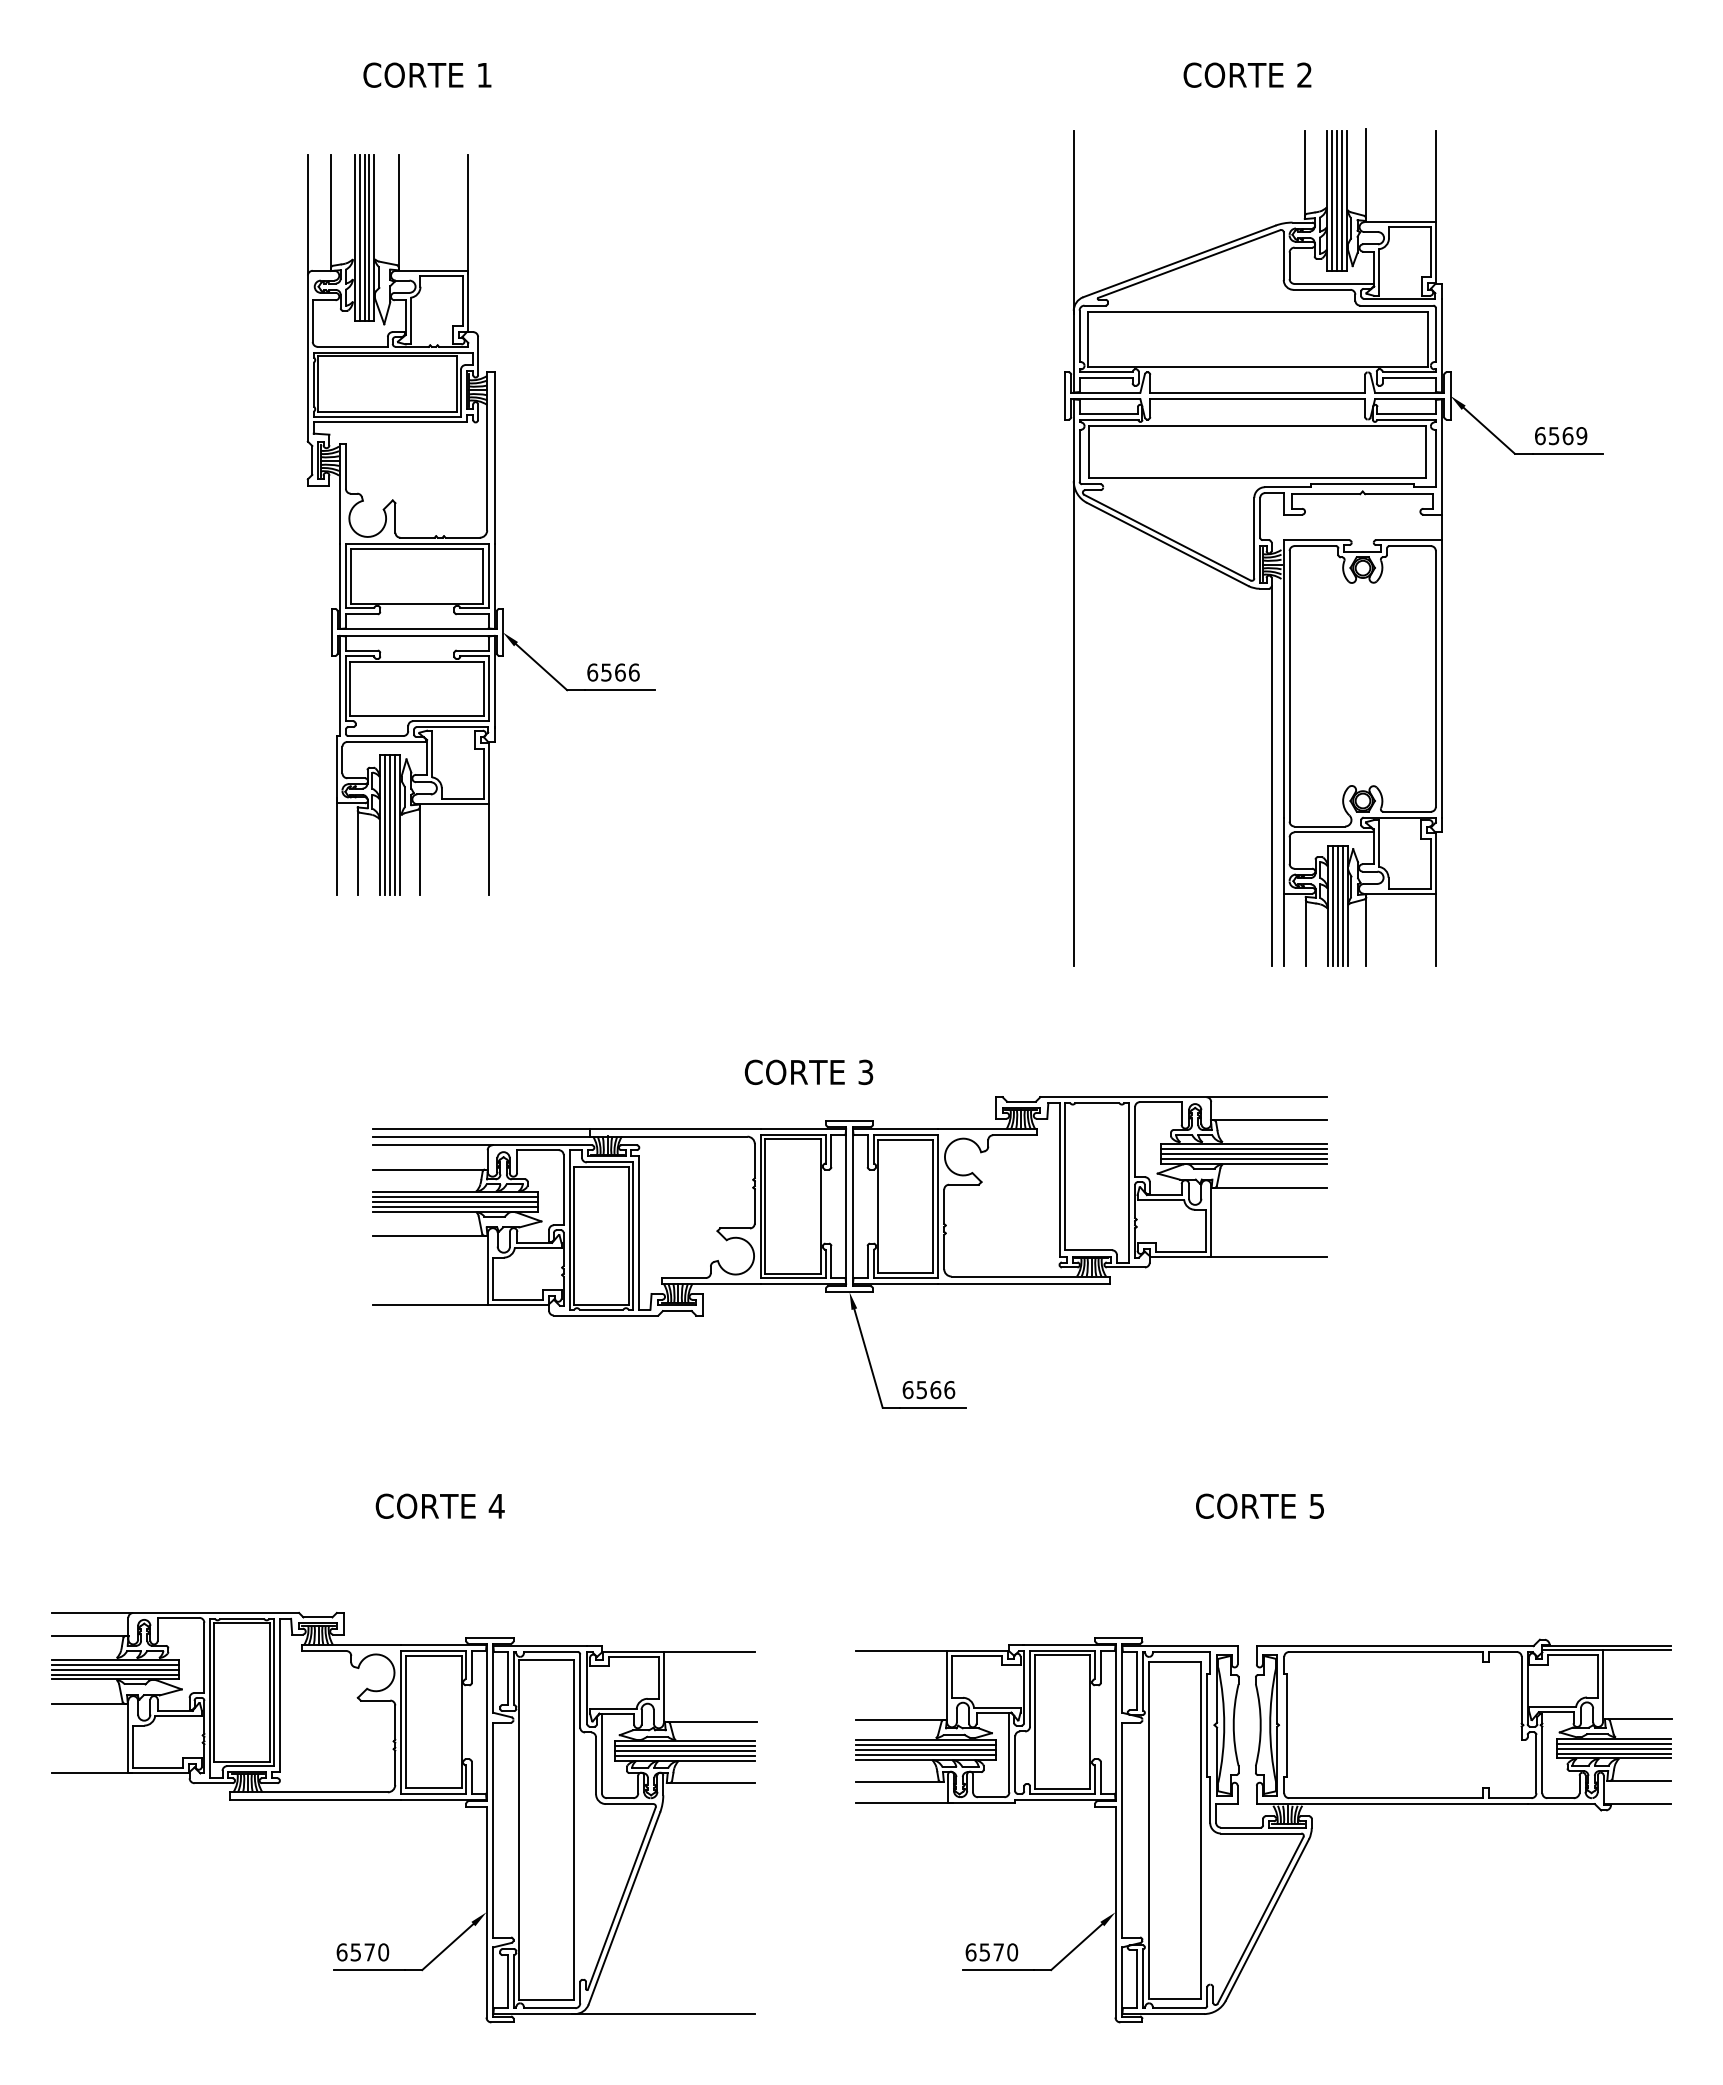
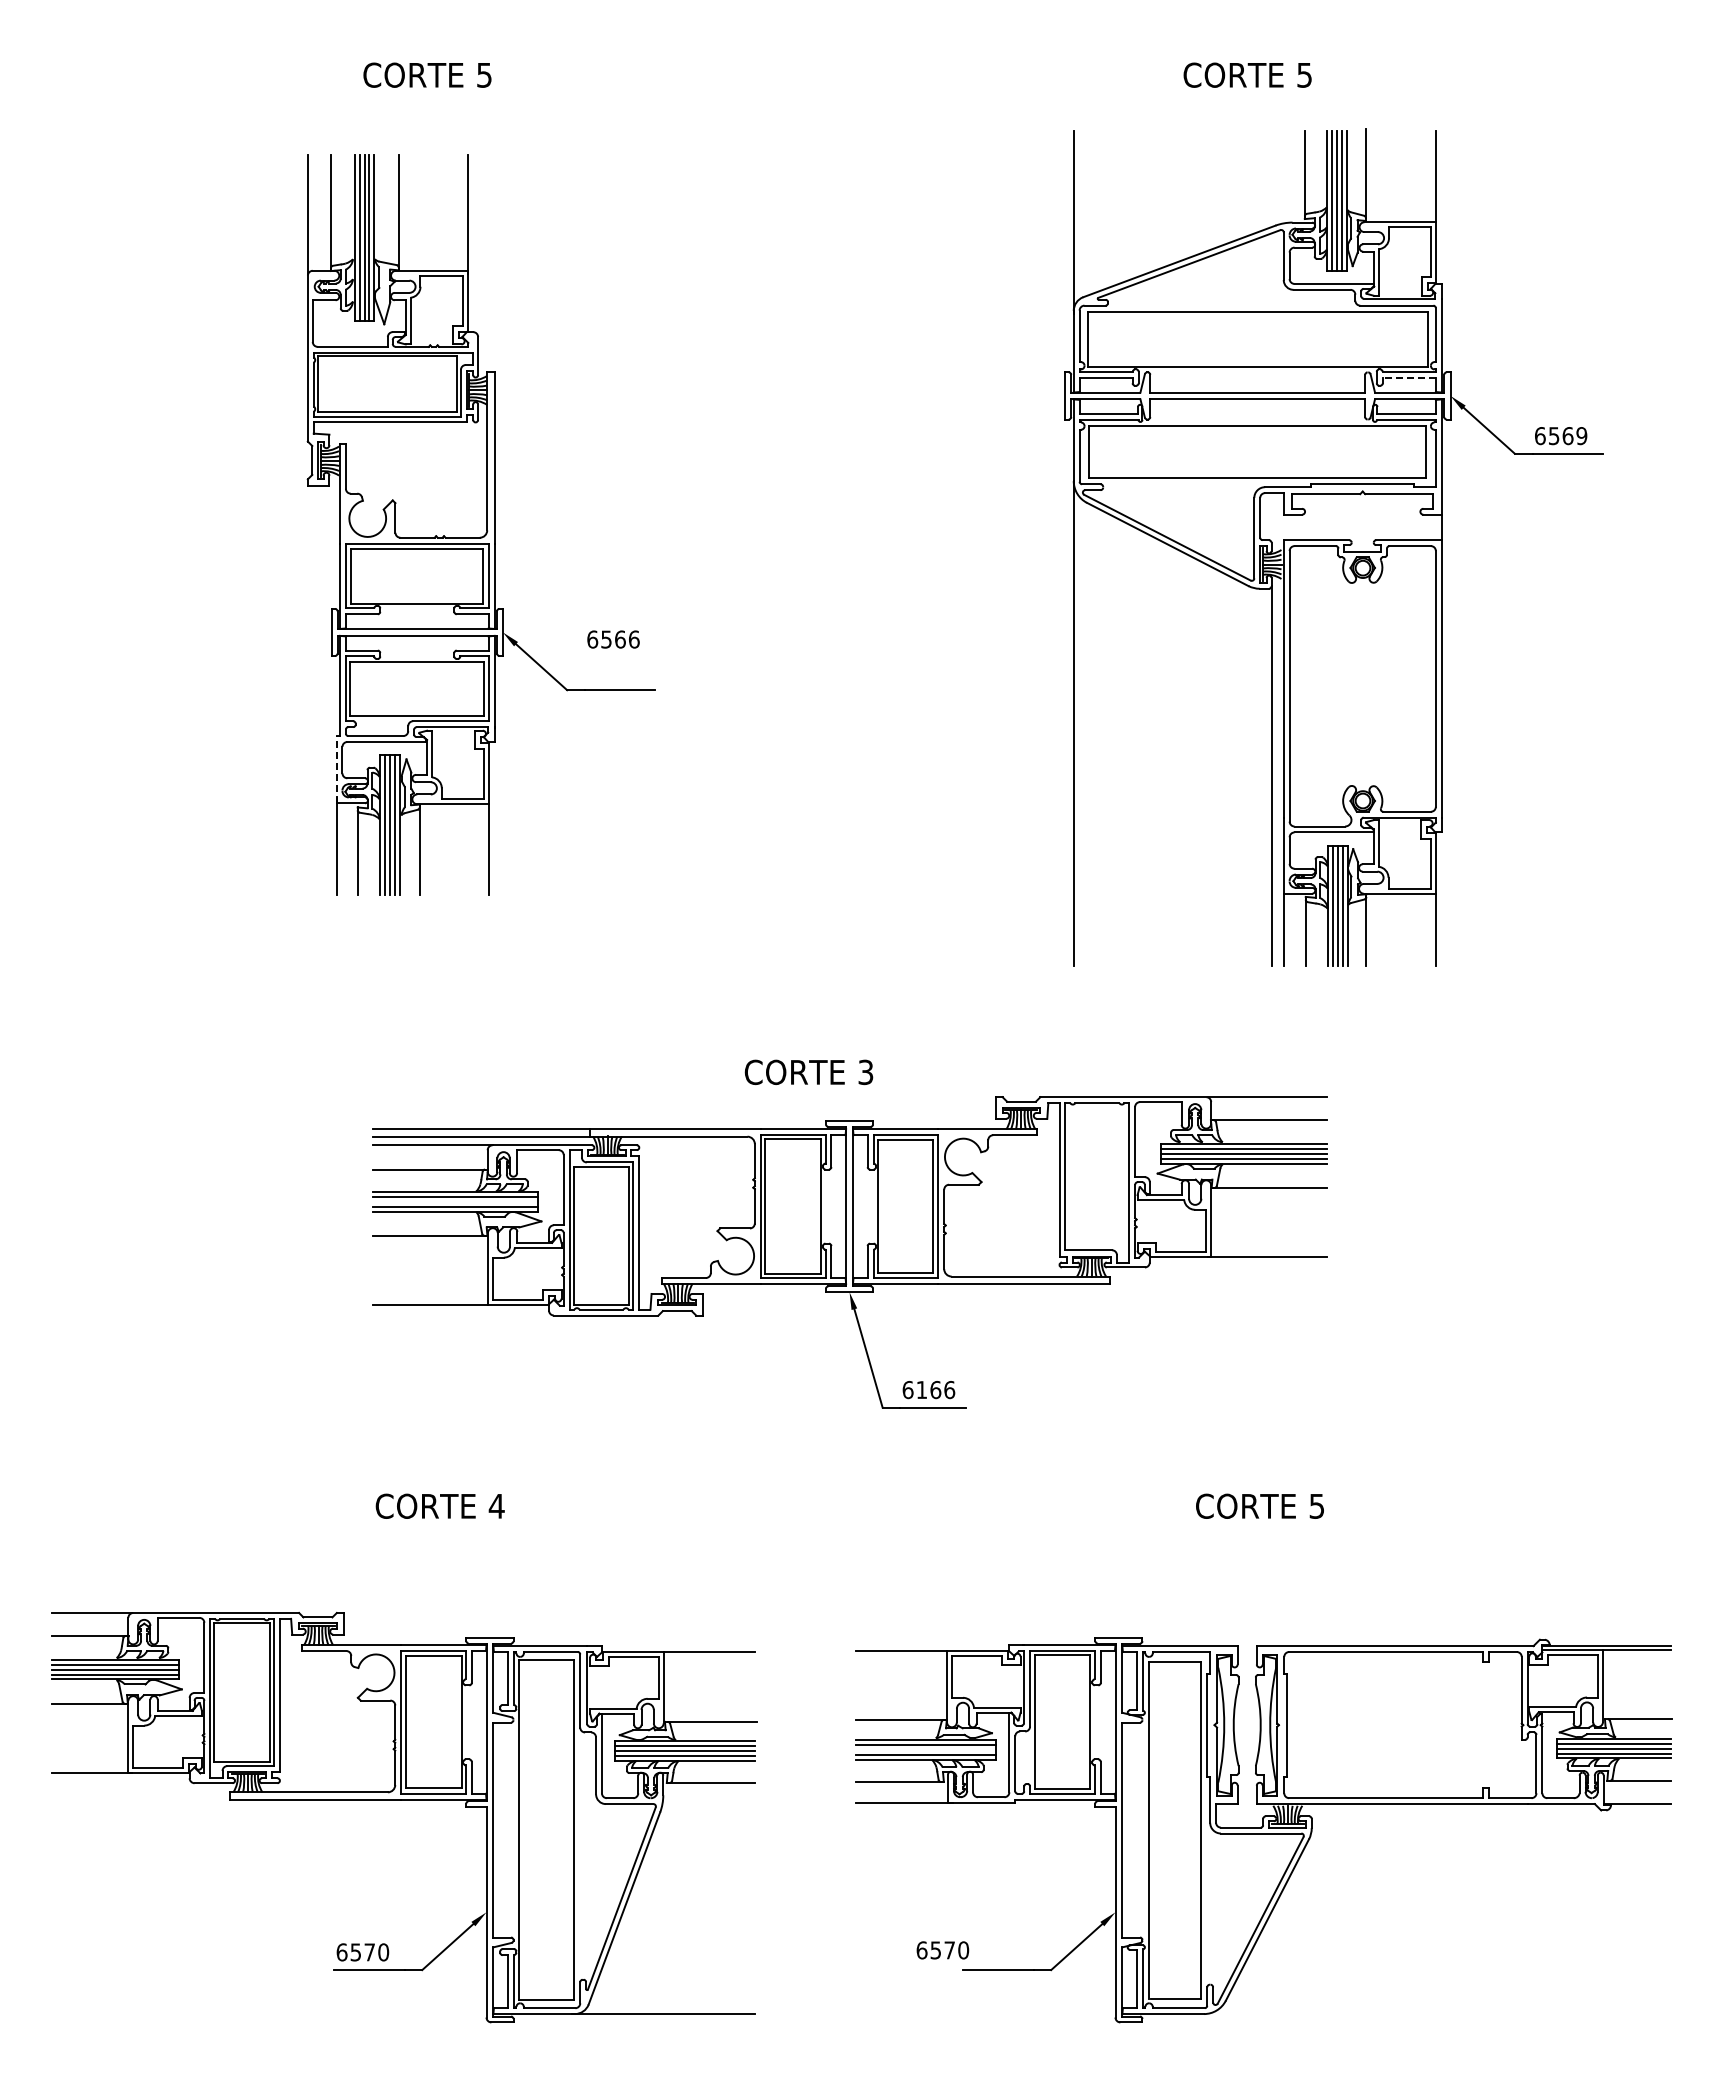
text at (1304, 74): 2 -> 5
text at (484, 75): 1 -> 5
line at (1409, 377): solid -> dashed
text at (613, 672) position: (613, 672) -> (613, 639)
line at (336, 769): solid -> dashed
line at (455, 1201): present -> none
text at (921, 1390): 6566 -> 6166
line at (925, 1749): present -> none
text at (991, 1952) position: (991, 1952) -> (942, 1950)
